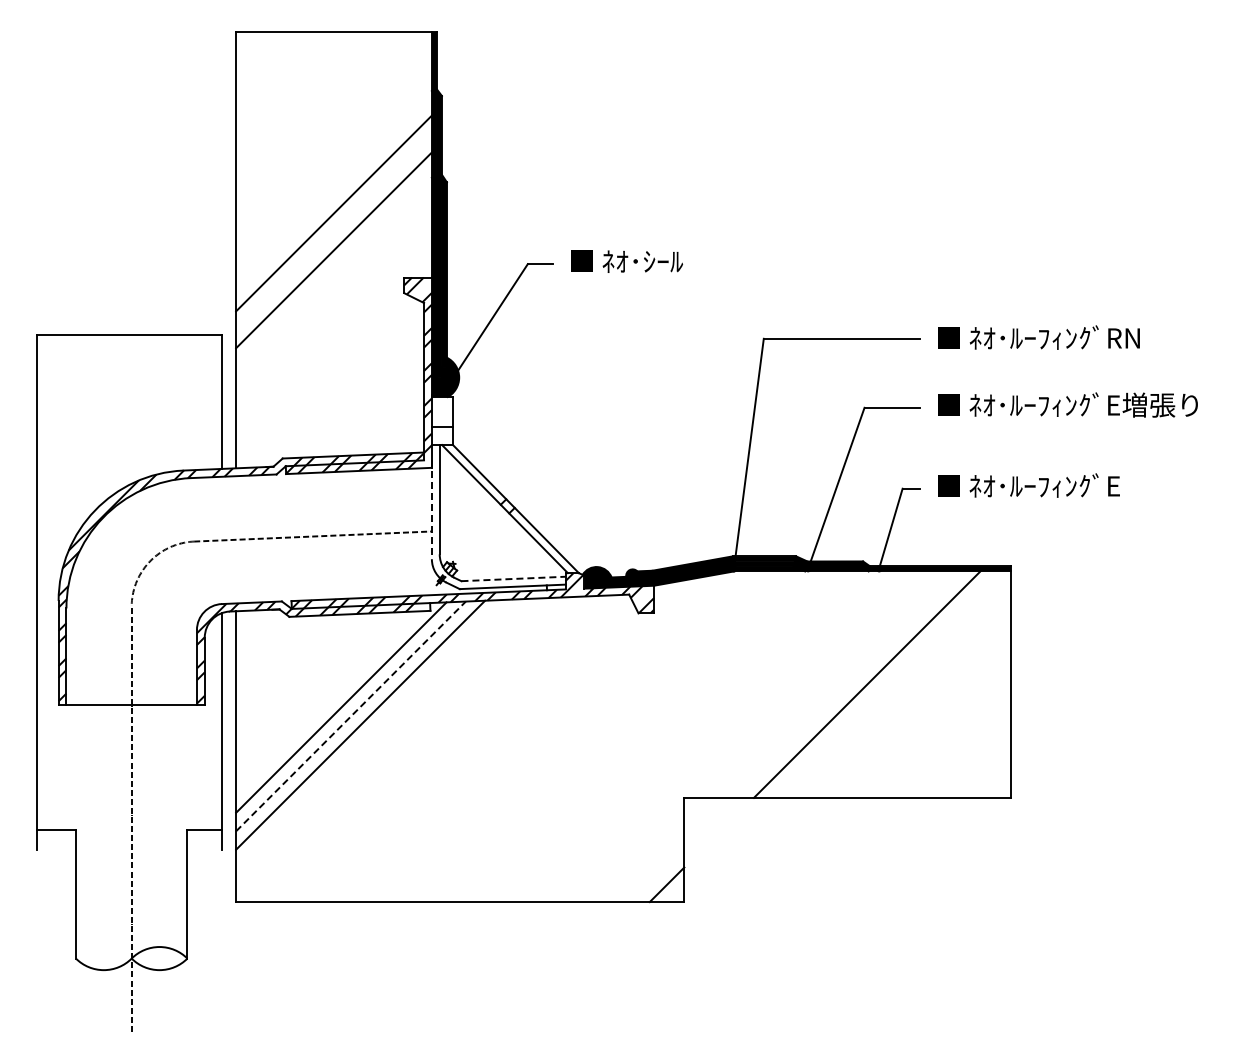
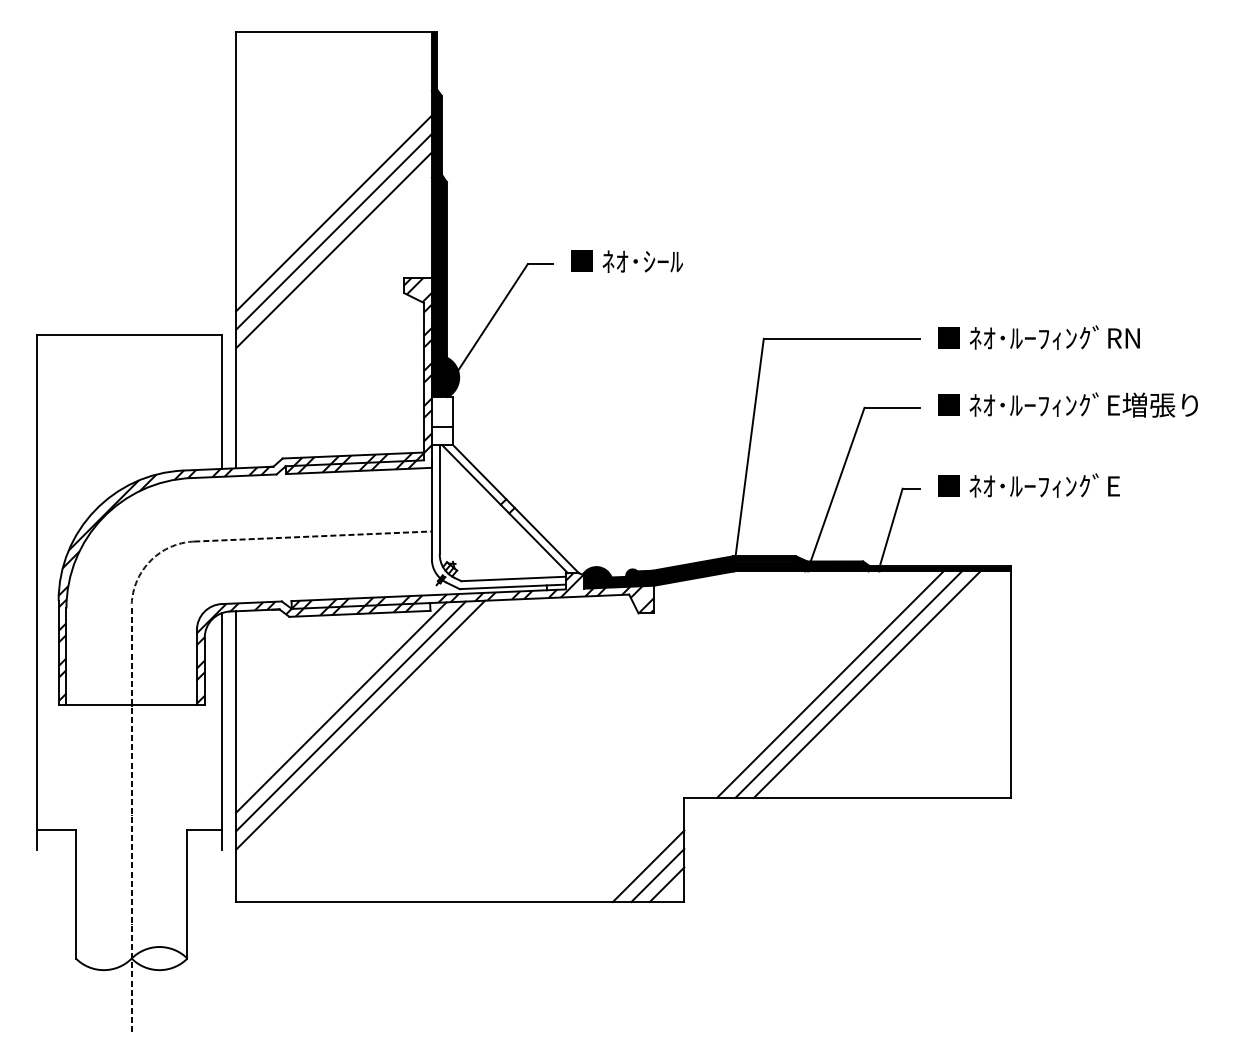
line at (333, 231): none -> present
line at (431, 510): dashed -> solid
line at (513, 578): dashed -> solid
line at (830, 684): none -> present
line at (848, 684): none -> present
line at (351, 716): dashed -> solid
line at (648, 866): none -> present
line at (657, 875): none -> present
